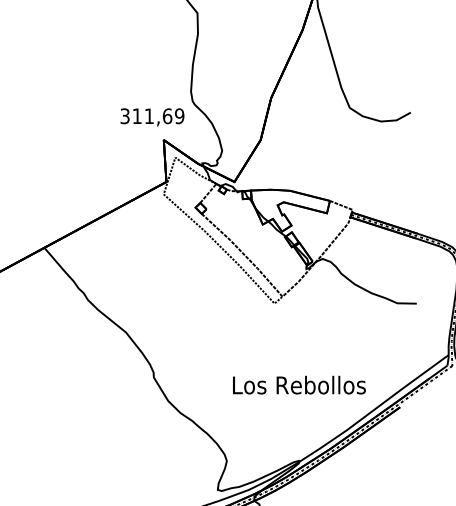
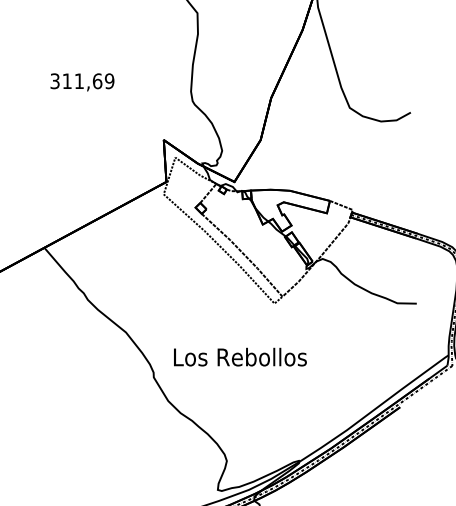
text at (152, 117) position: (152, 117) -> (82, 82)
text at (299, 384) position: (299, 384) -> (240, 356)
